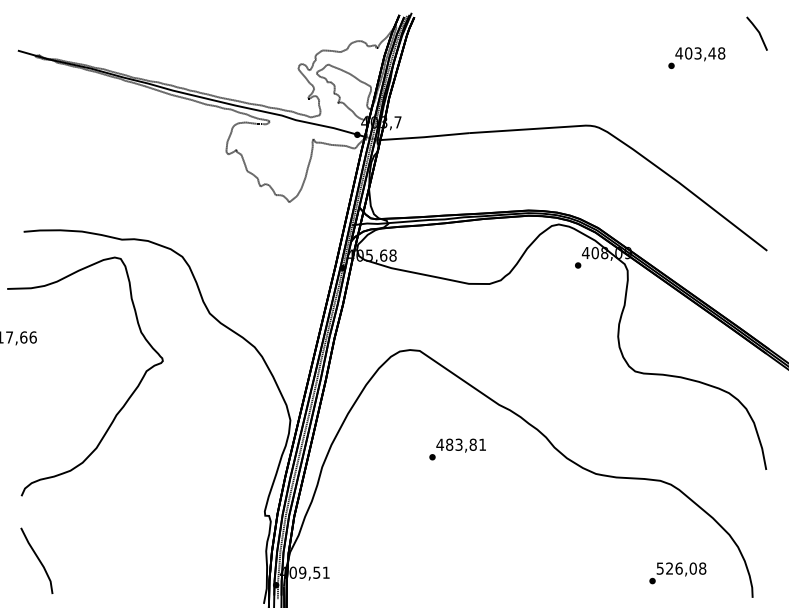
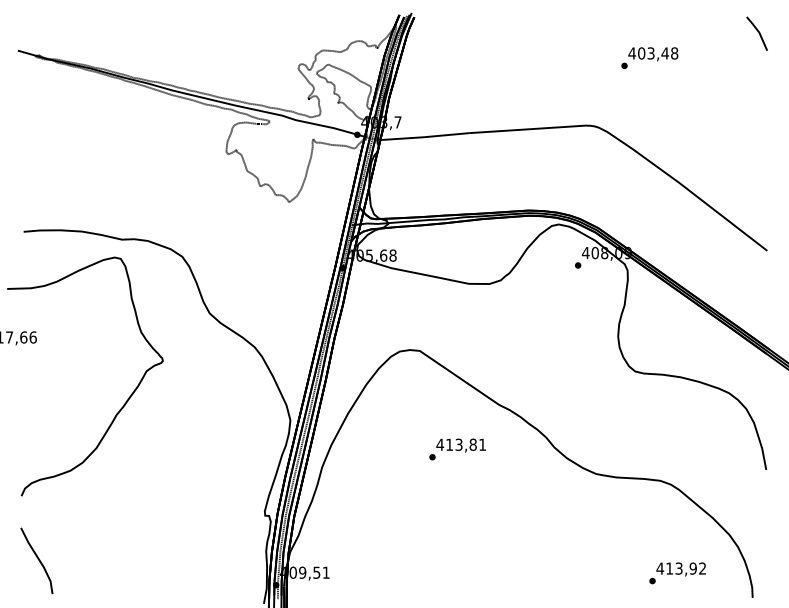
text at (696, 57) position: (696, 57) -> (649, 57)
text at (449, 444): 483,81 -> 413,81
text at (681, 568): 526,08 -> 413,92
